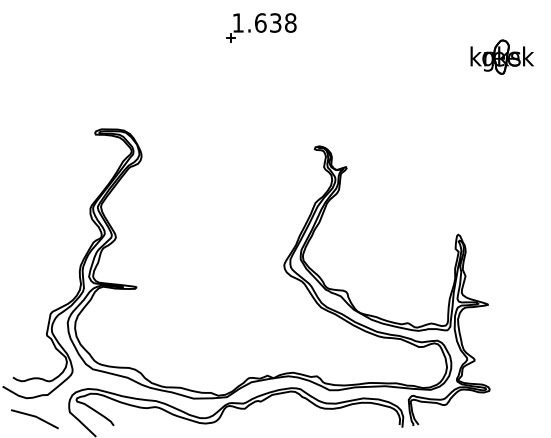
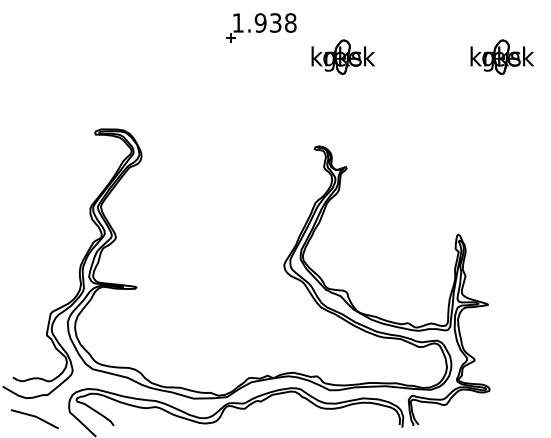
text at (260, 22): 1.638 -> 1.938
part at (342, 56): none -> present
